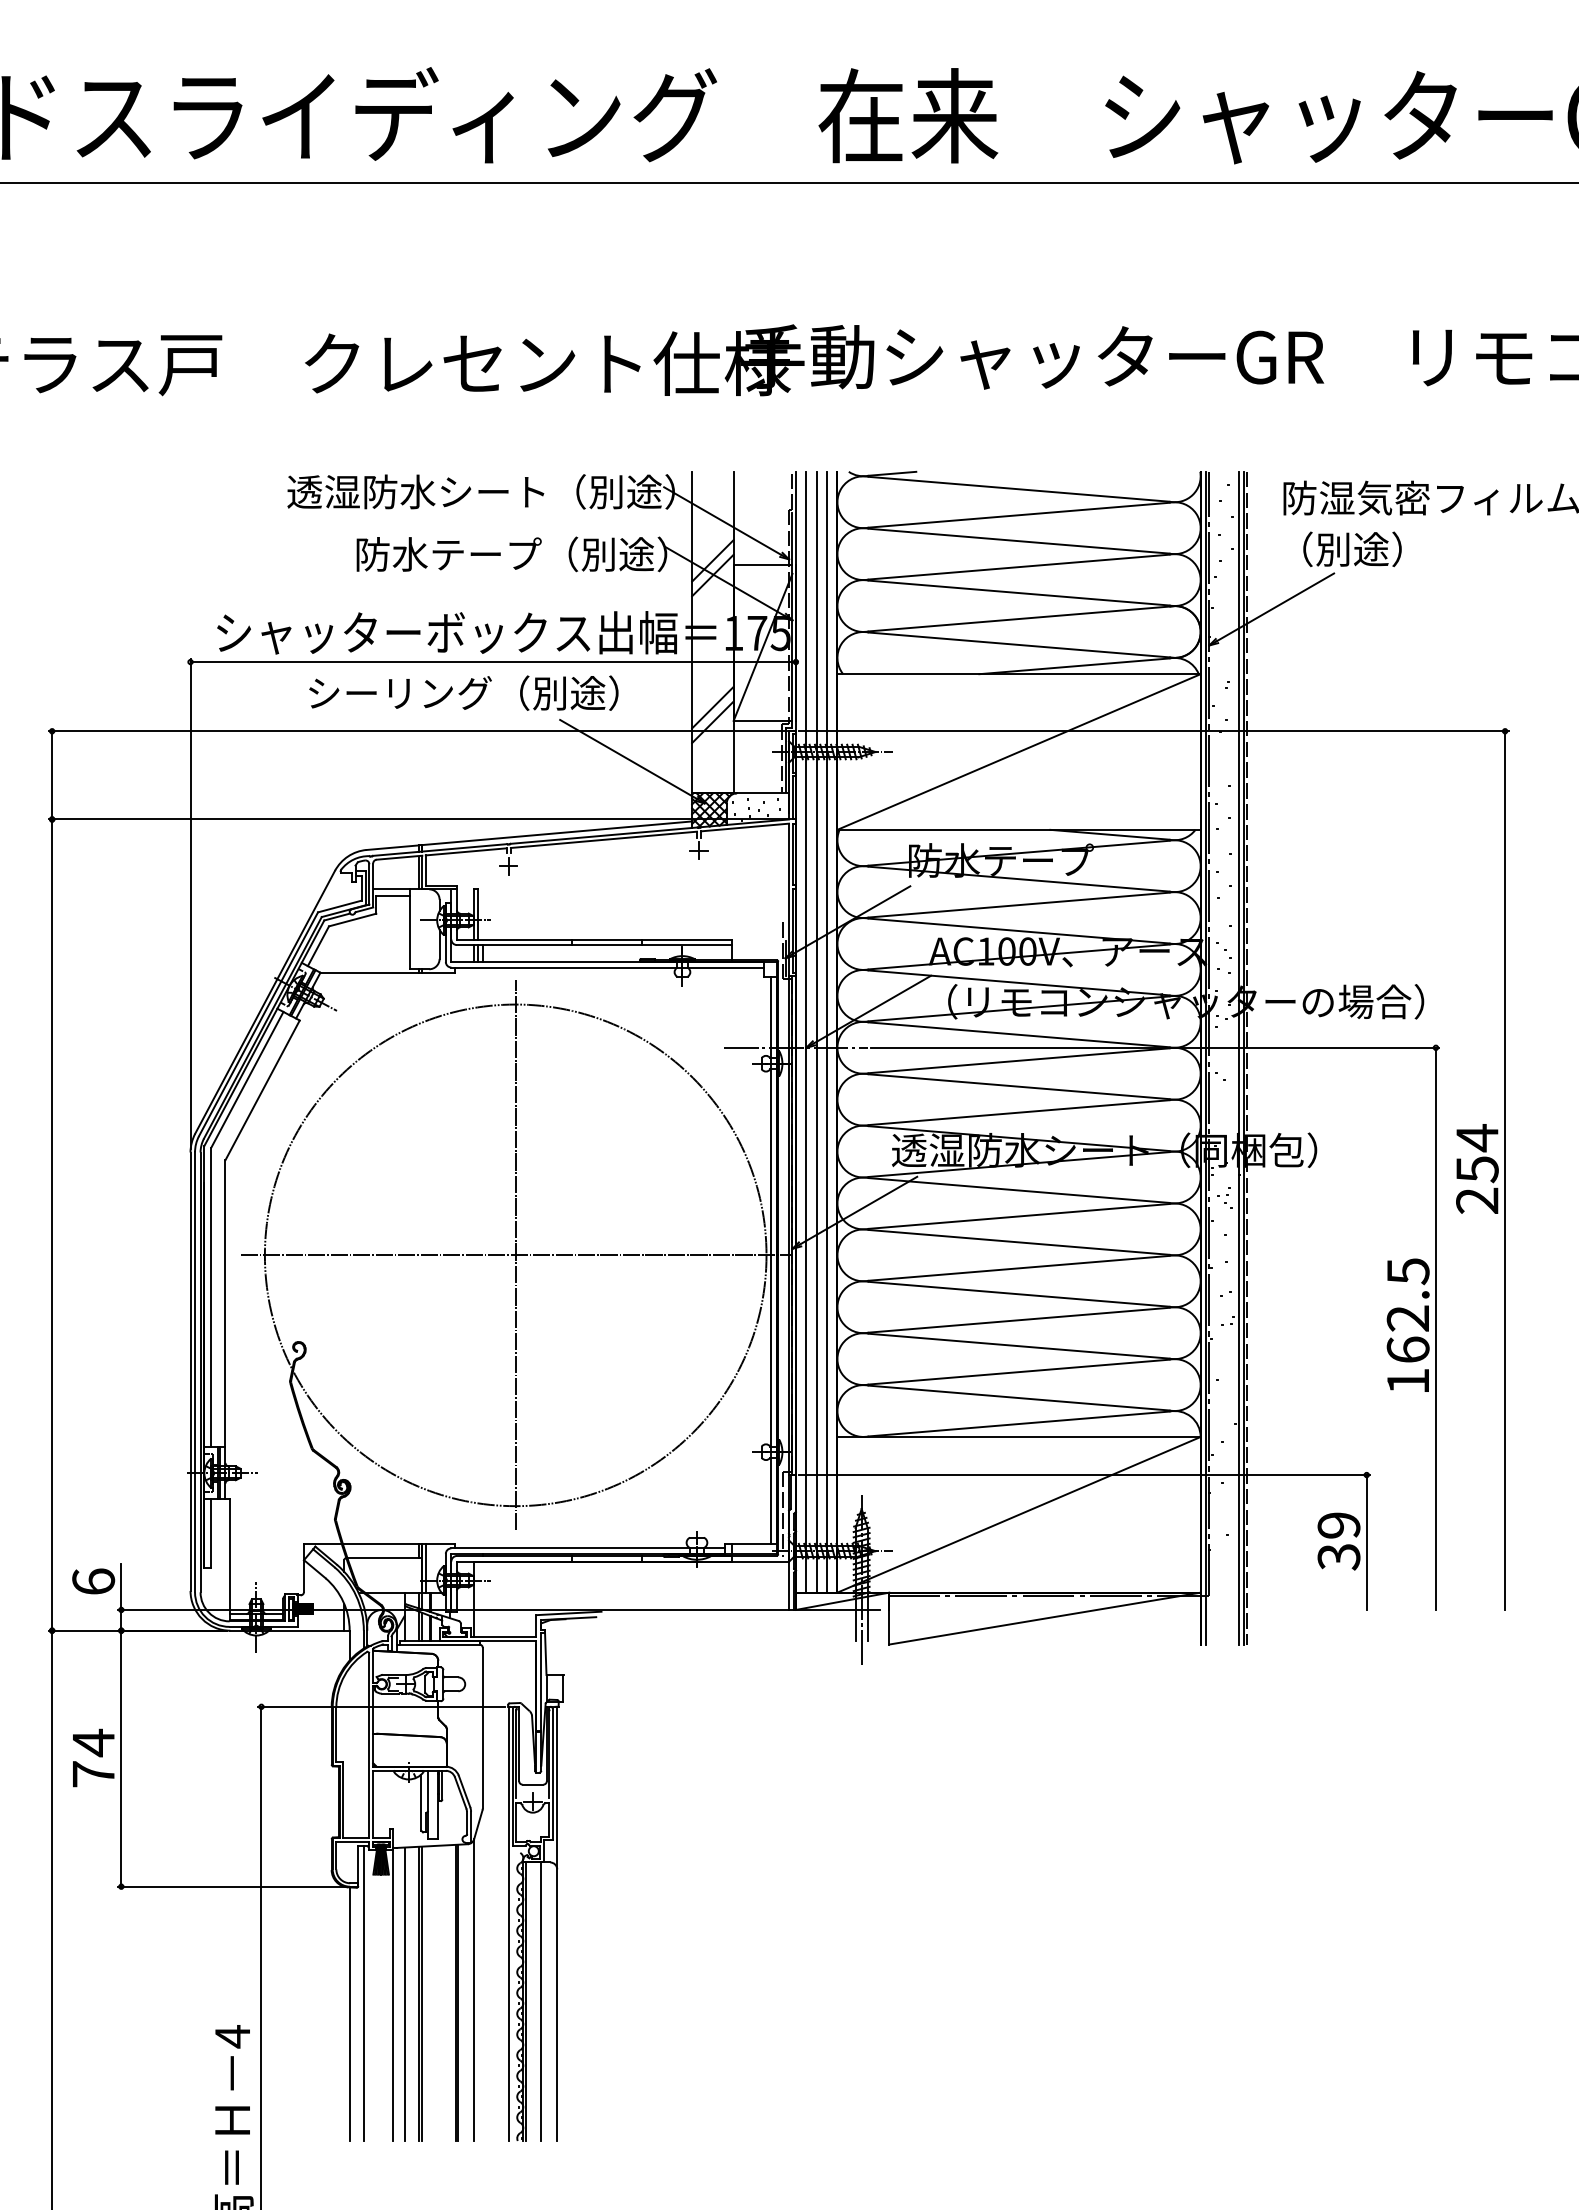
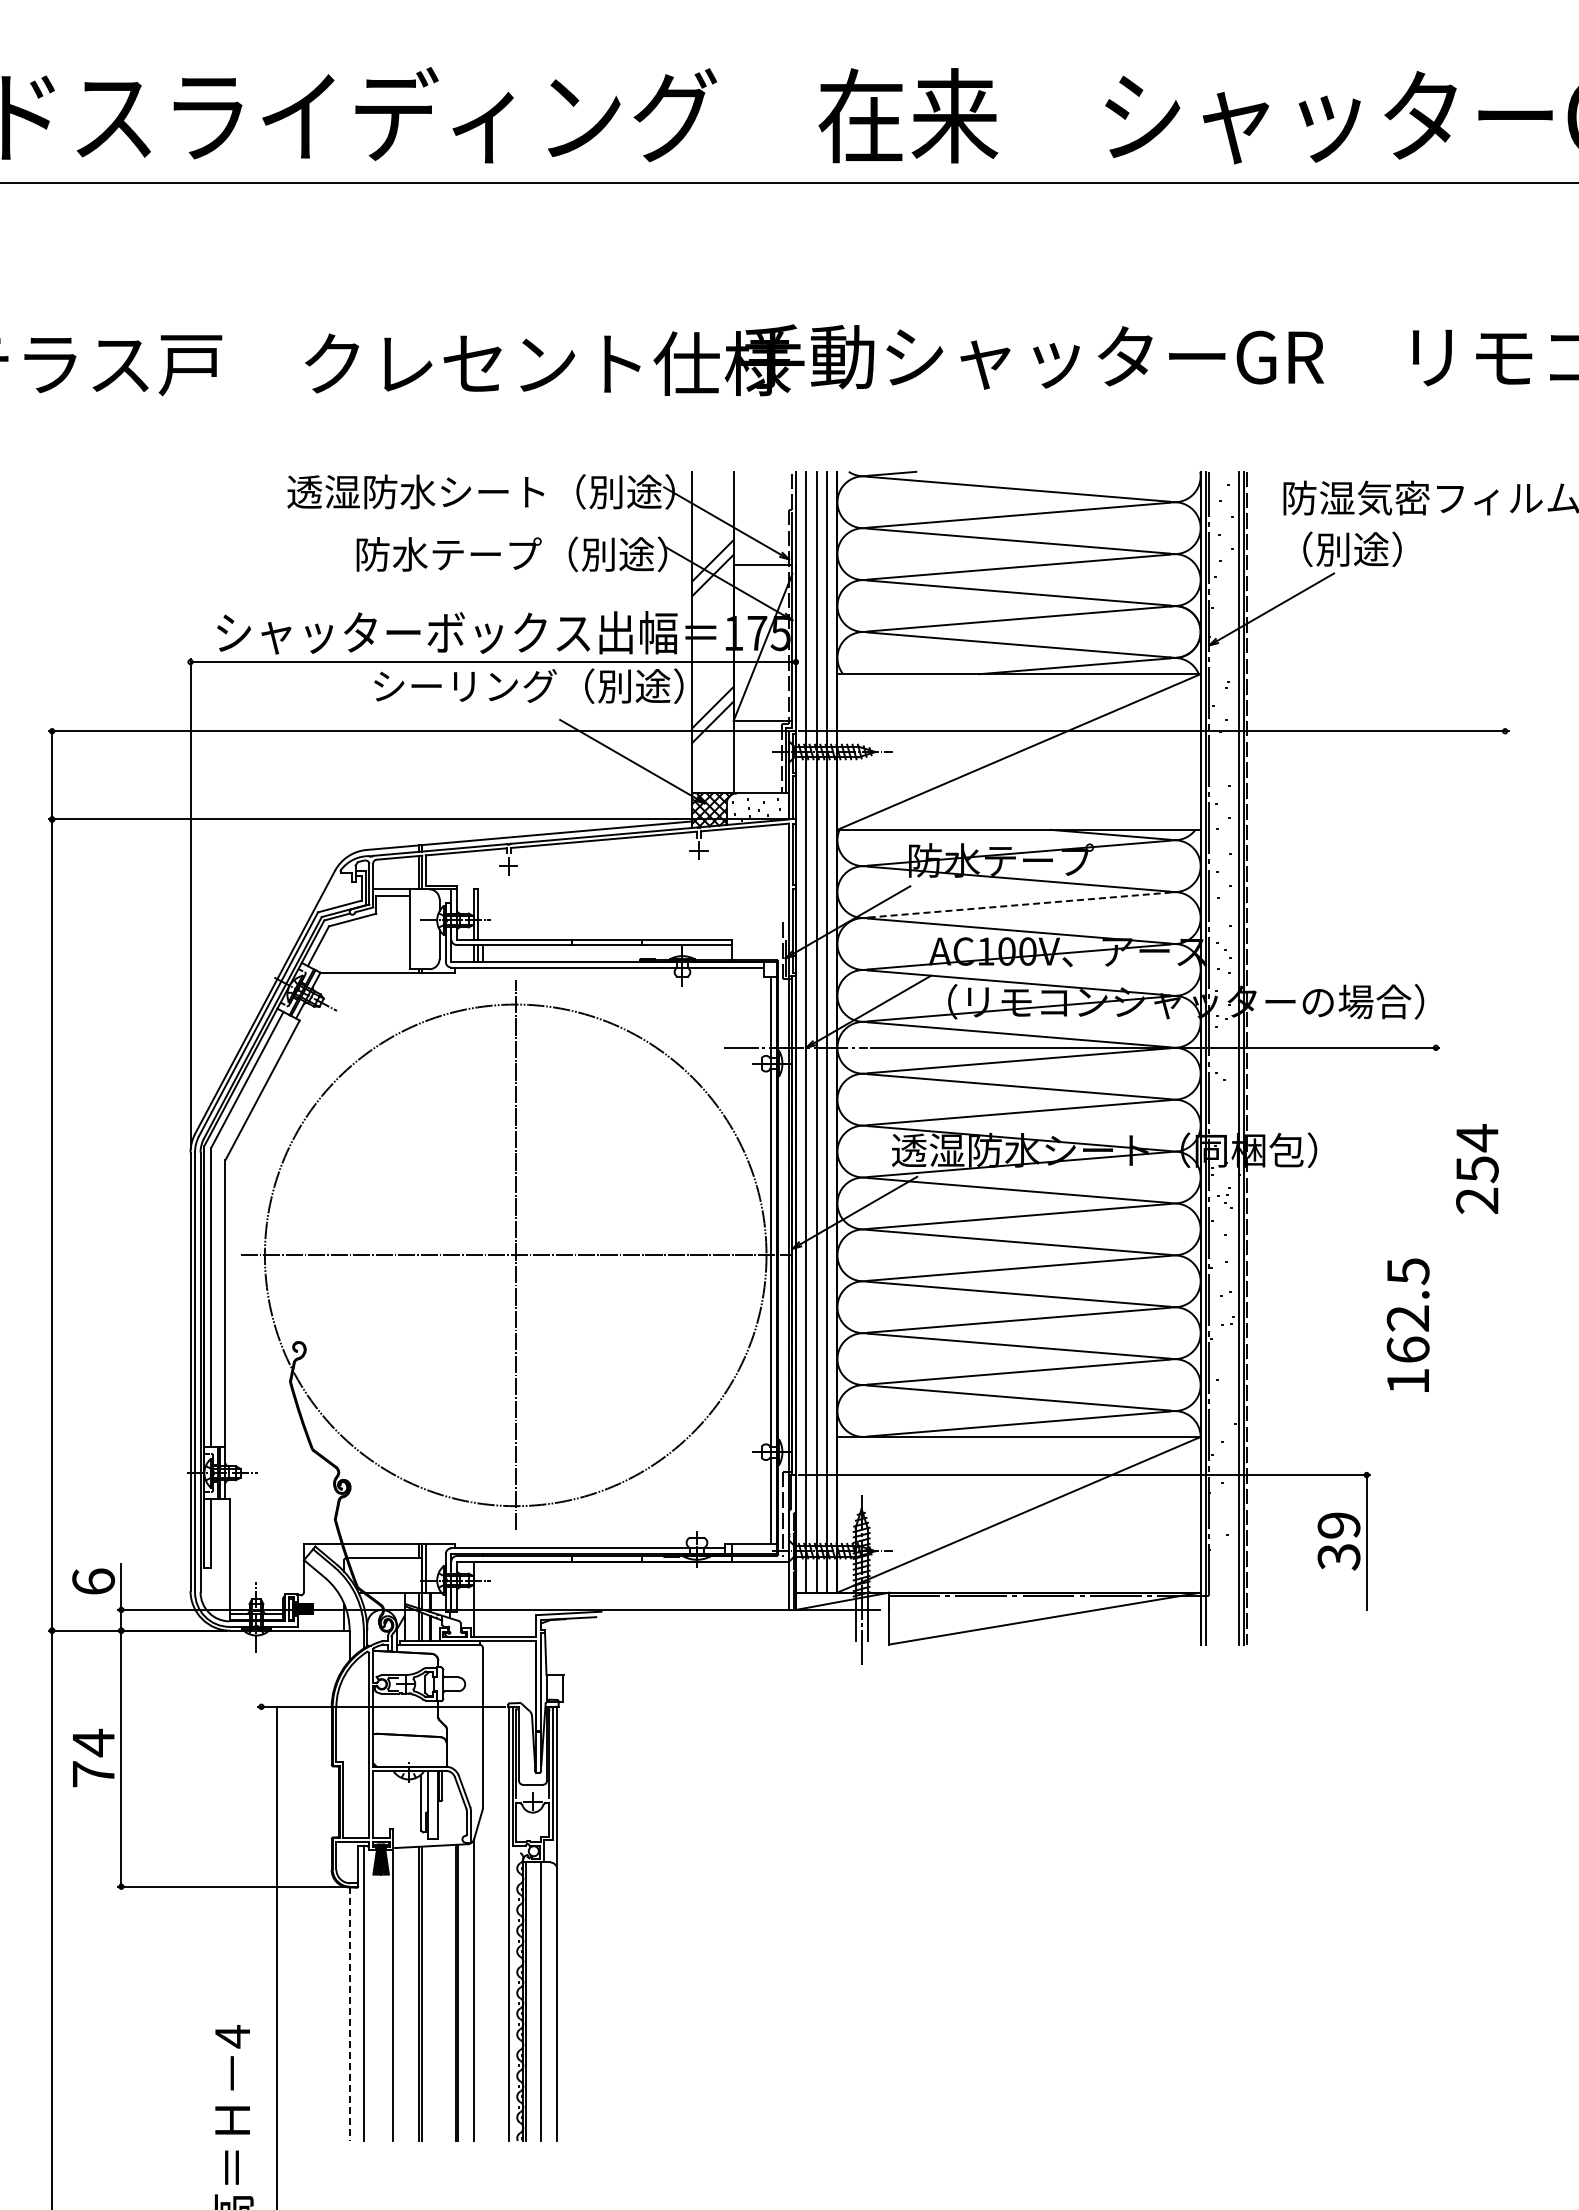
text at (463, 692) position: (463, 692) -> (528, 685)
line at (1019, 905): solid -> dashed
line at (1505, 1170): present -> none
line at (1435, 1328): present -> none
line at (261, 1956) position: (261, 1956) -> (277, 1956)
line at (404, 1993): present -> none
line at (349, 2014): solid -> dashed
